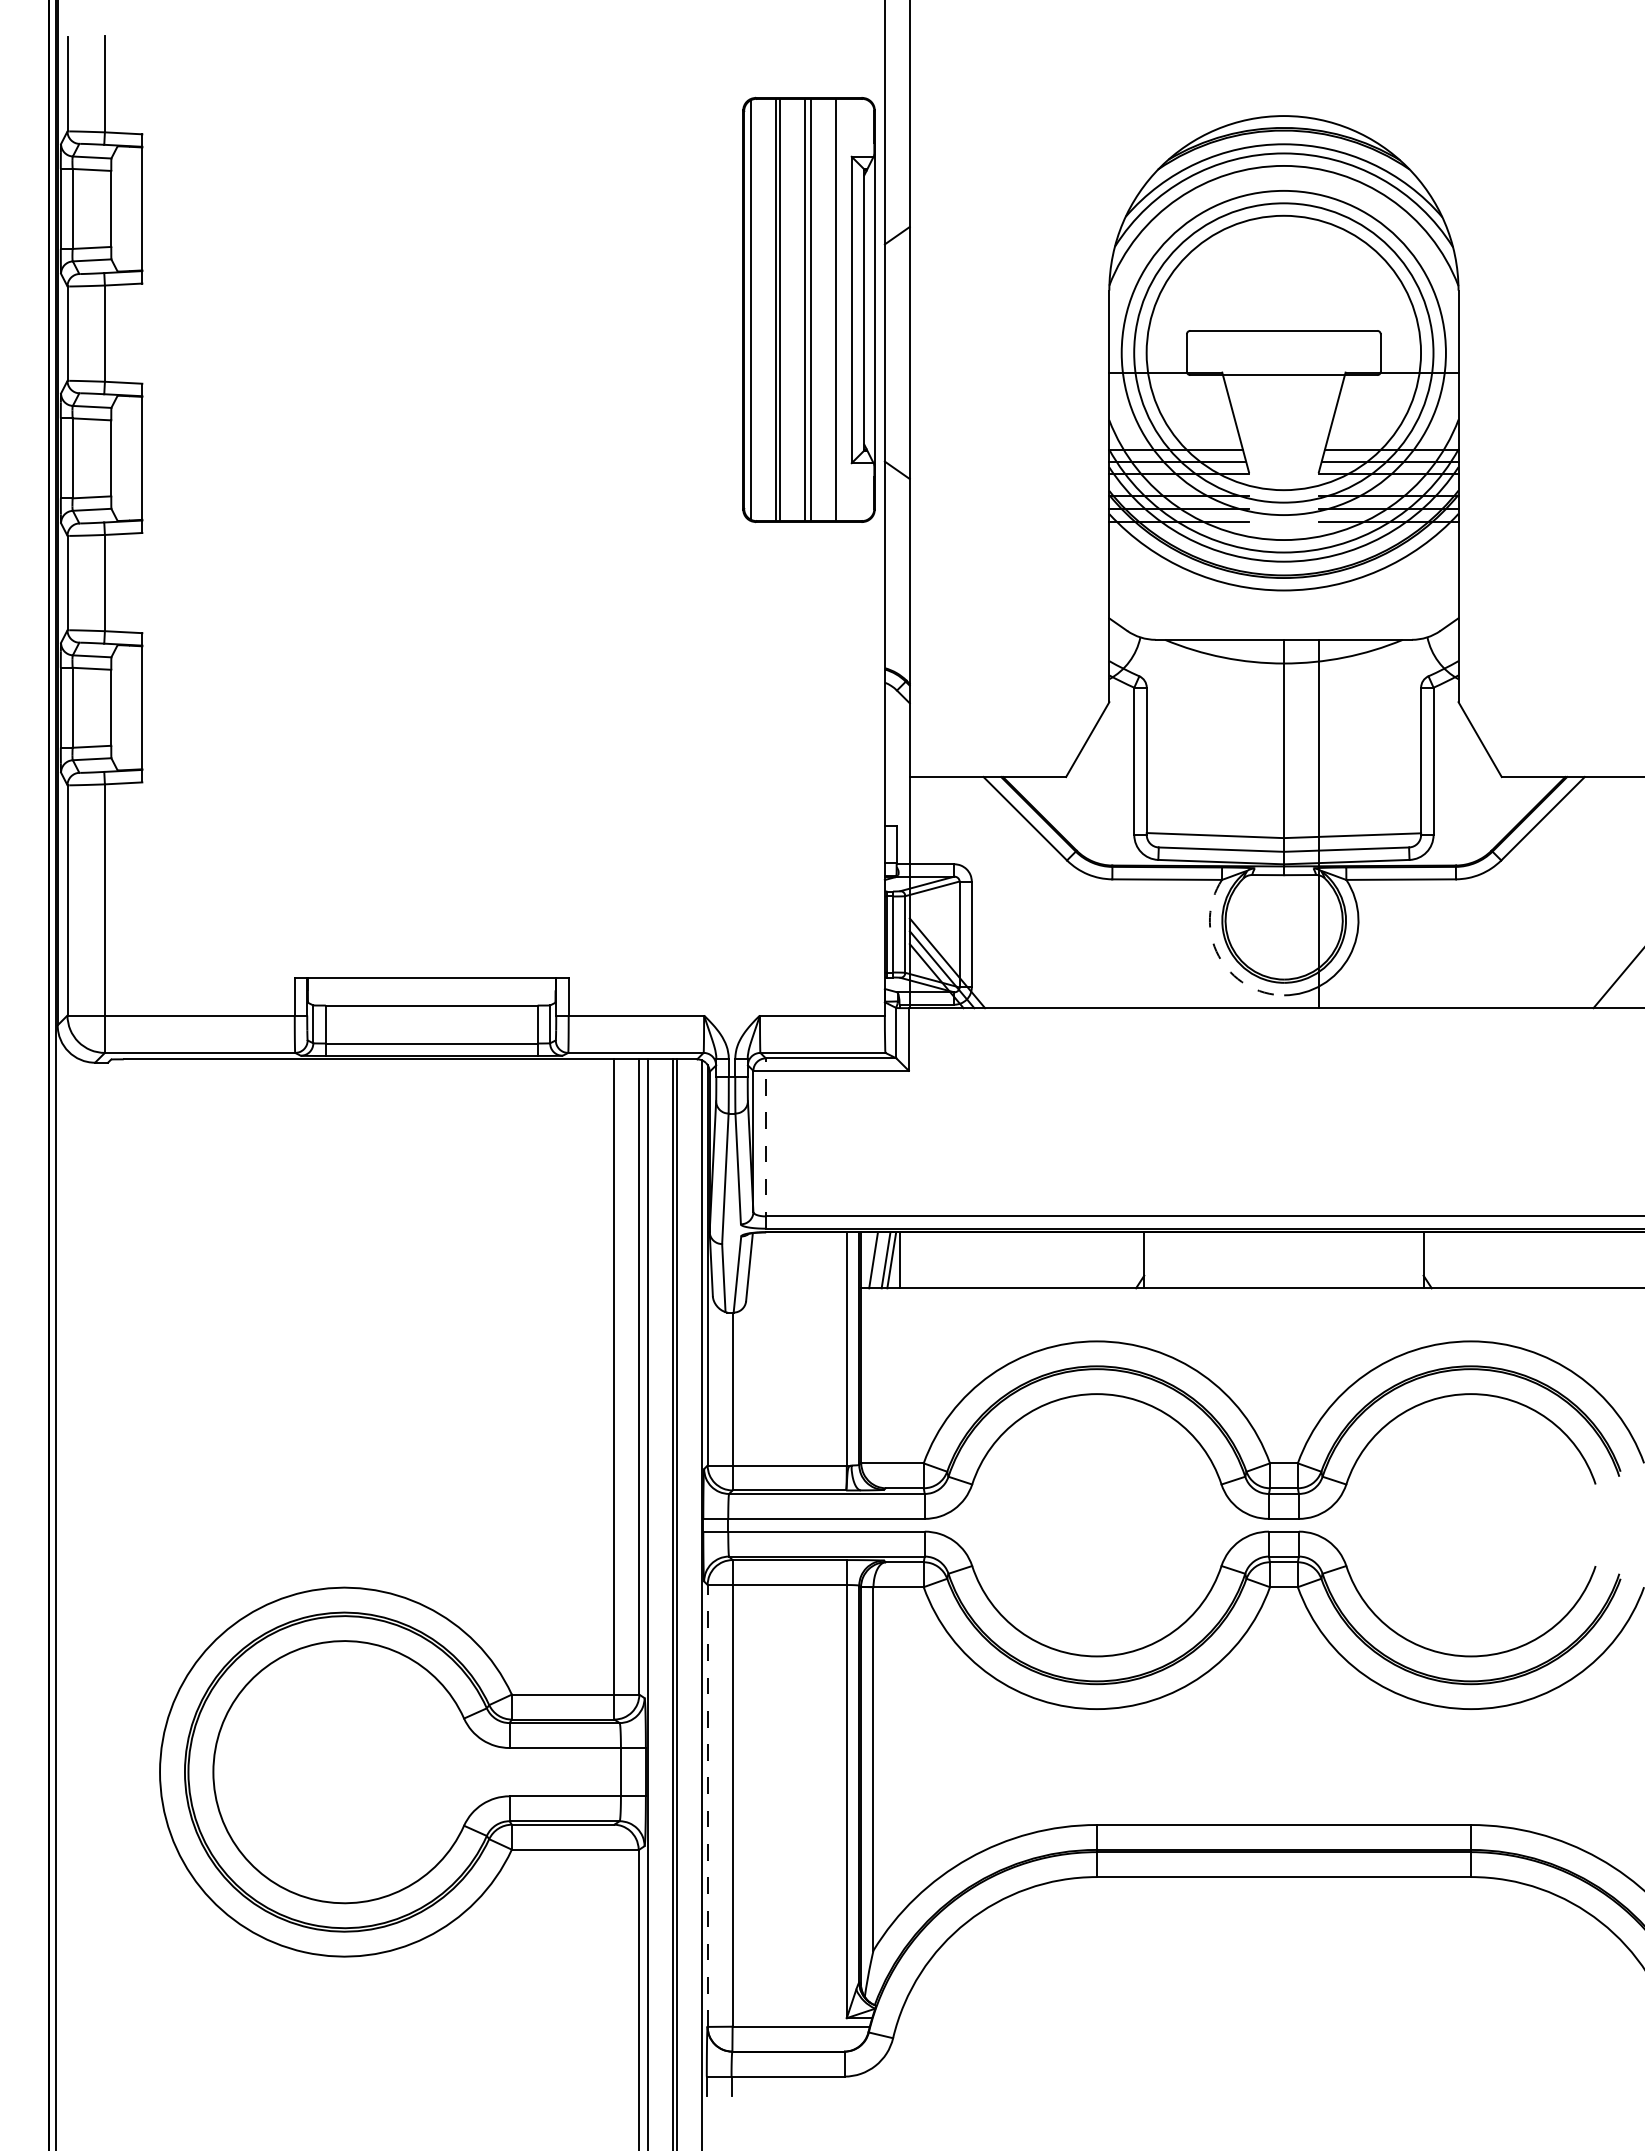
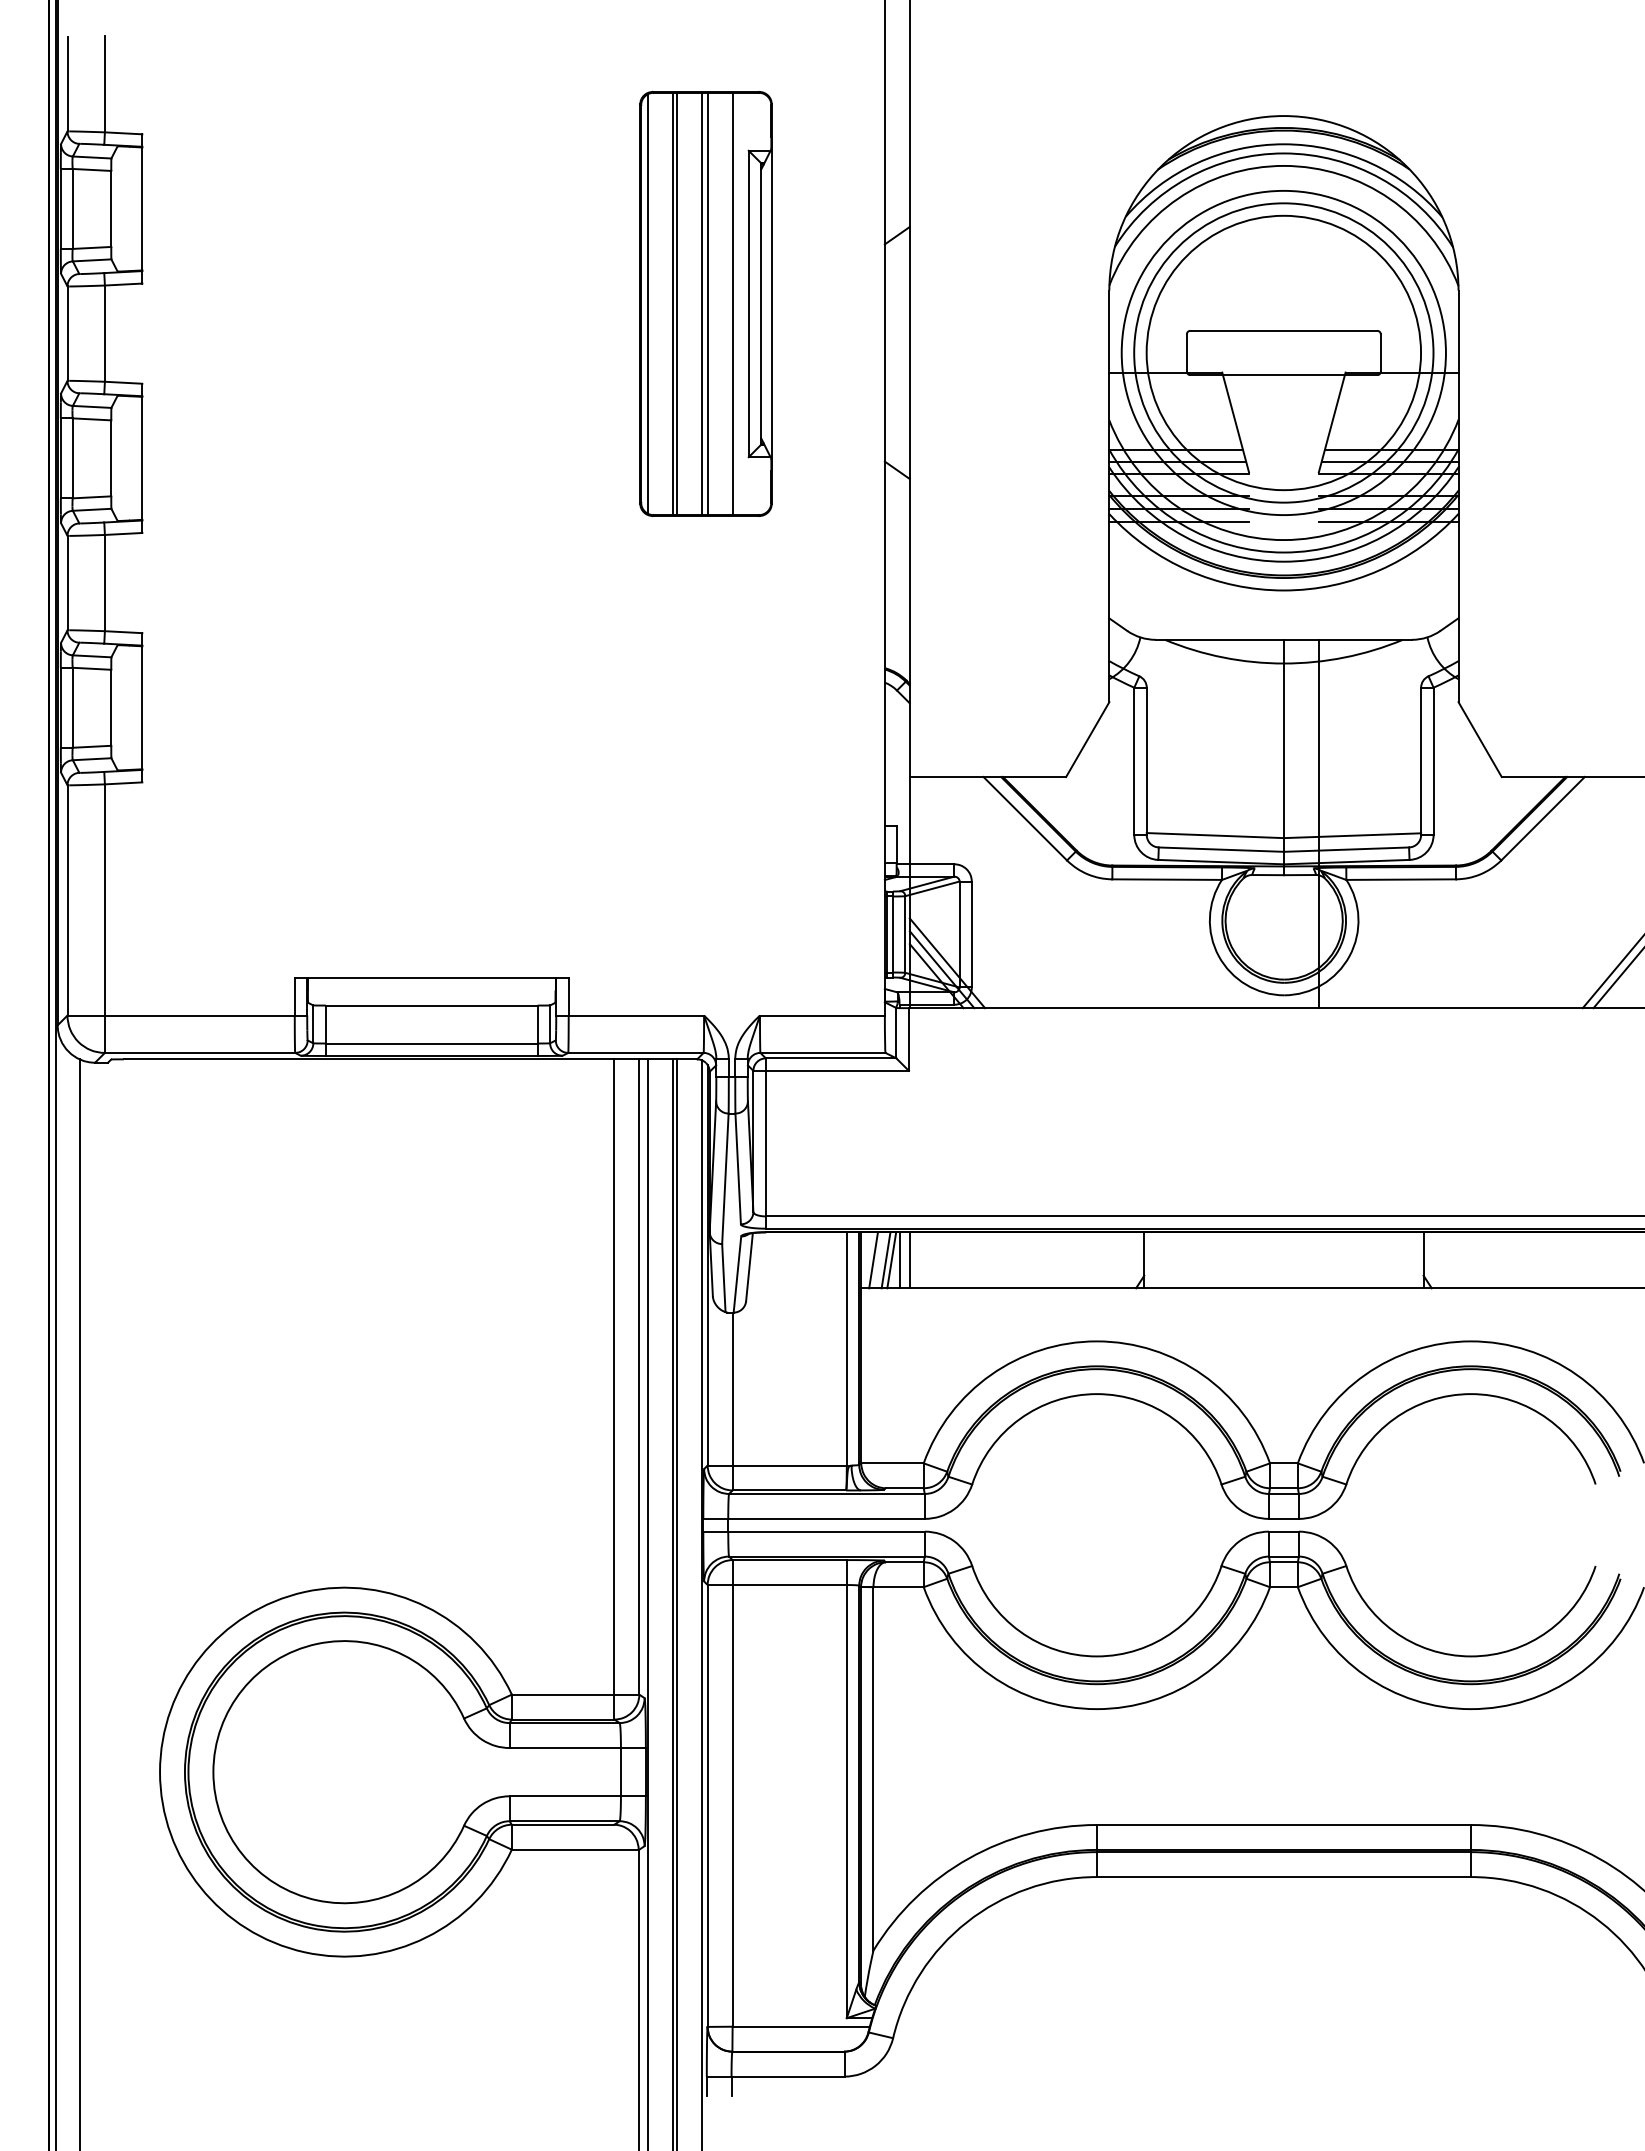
part at (808, 309) position: (808, 309) -> (705, 303)
arc at (1218, 956): dashed -> solid
line at (1611, 972): none -> present
line at (765, 1143): dashed -> solid
line at (909, 1260): none -> present
line at (80, 1603): none -> present
line at (707, 1805): dashed -> solid
